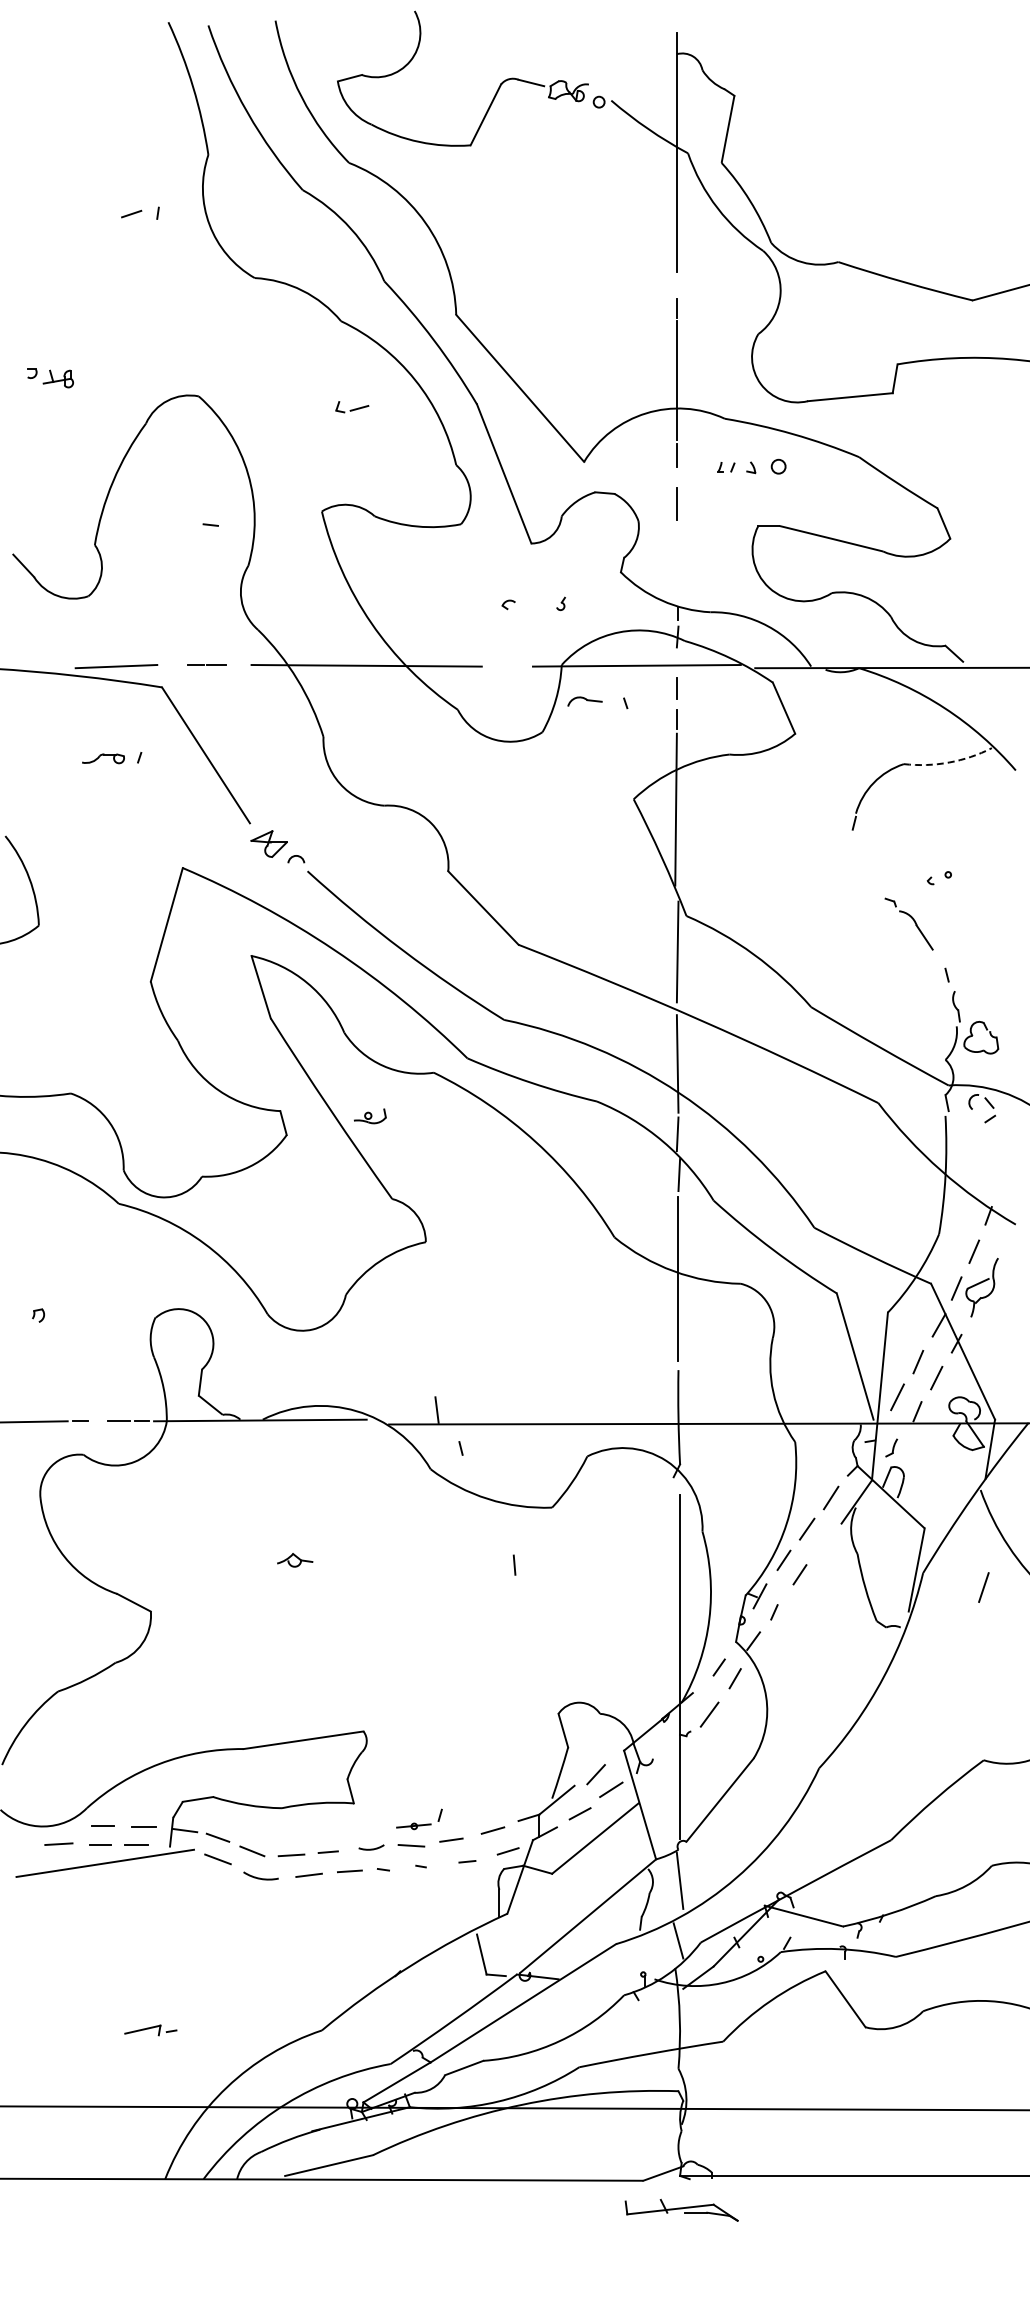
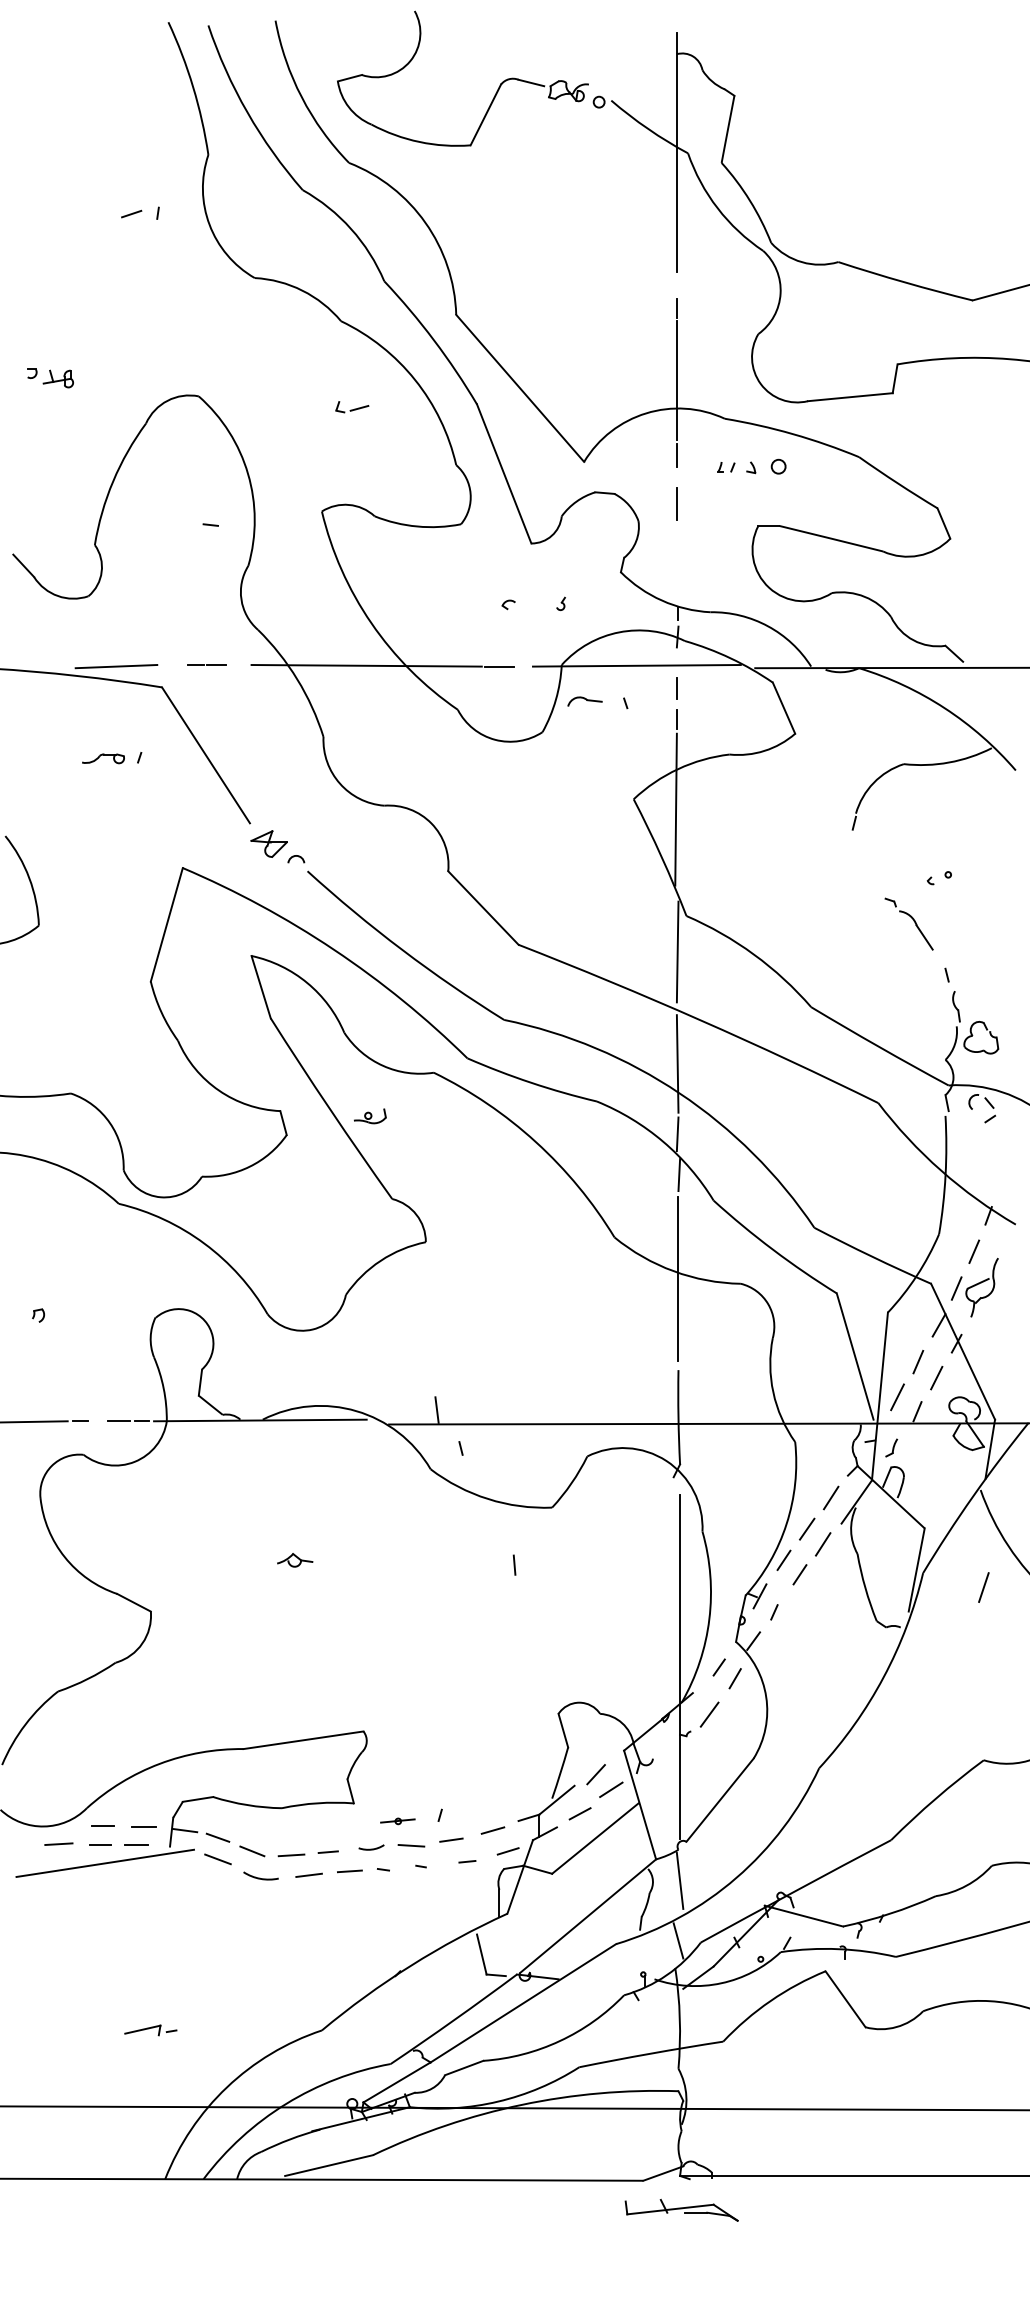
line at (499, 666): none -> present
arc at (949, 762): dashed -> solid
line at (822, 1544): none -> present
part at (413, 1826) position: (413, 1826) -> (397, 1821)
